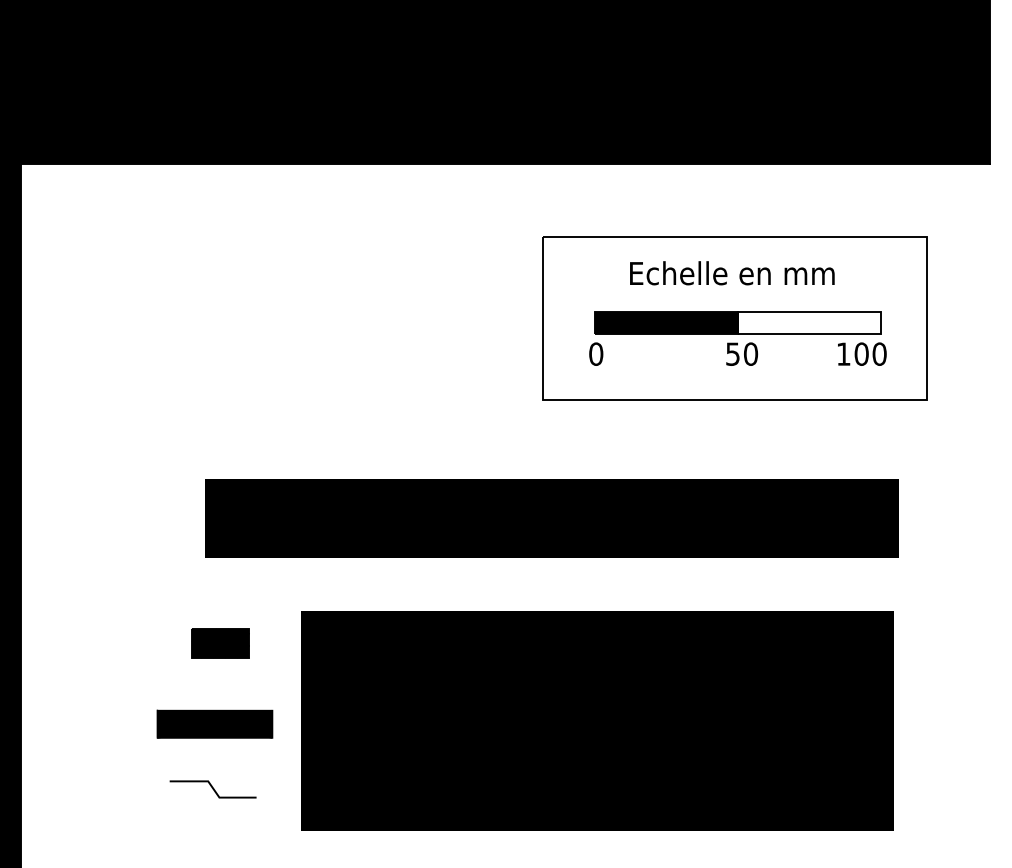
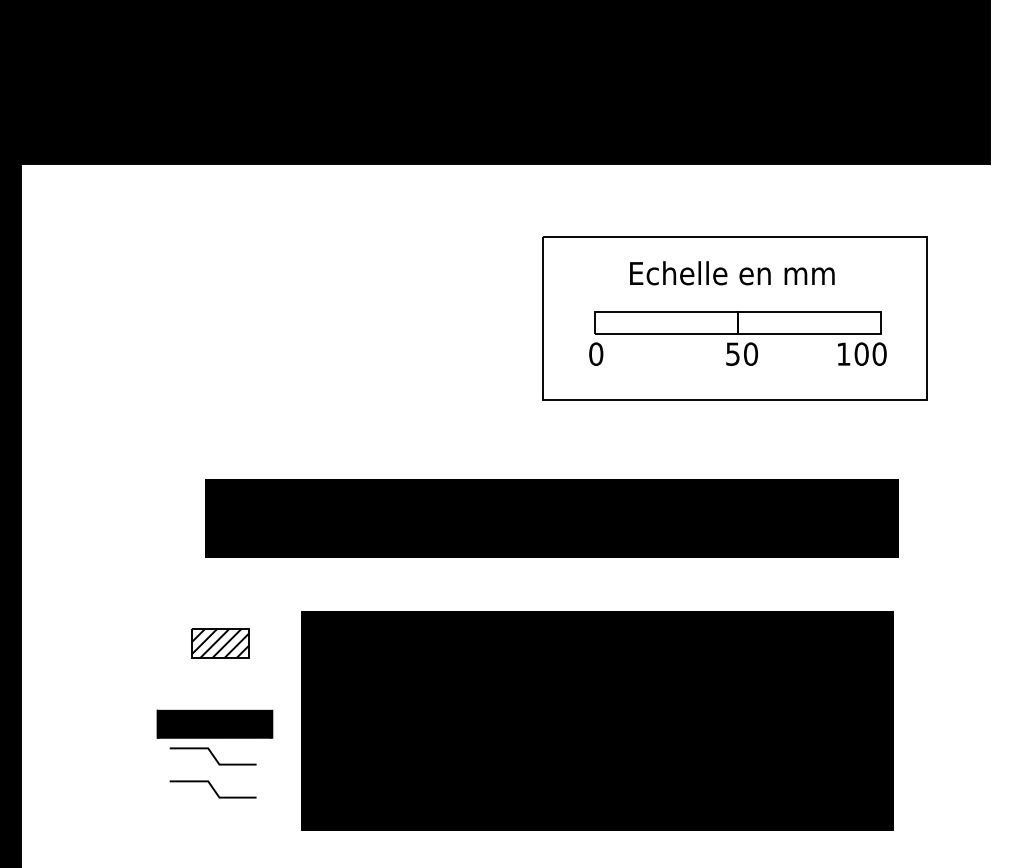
fill at (665, 322): present -> none
fill at (220, 643): present -> none
line at (212, 756): none -> present
